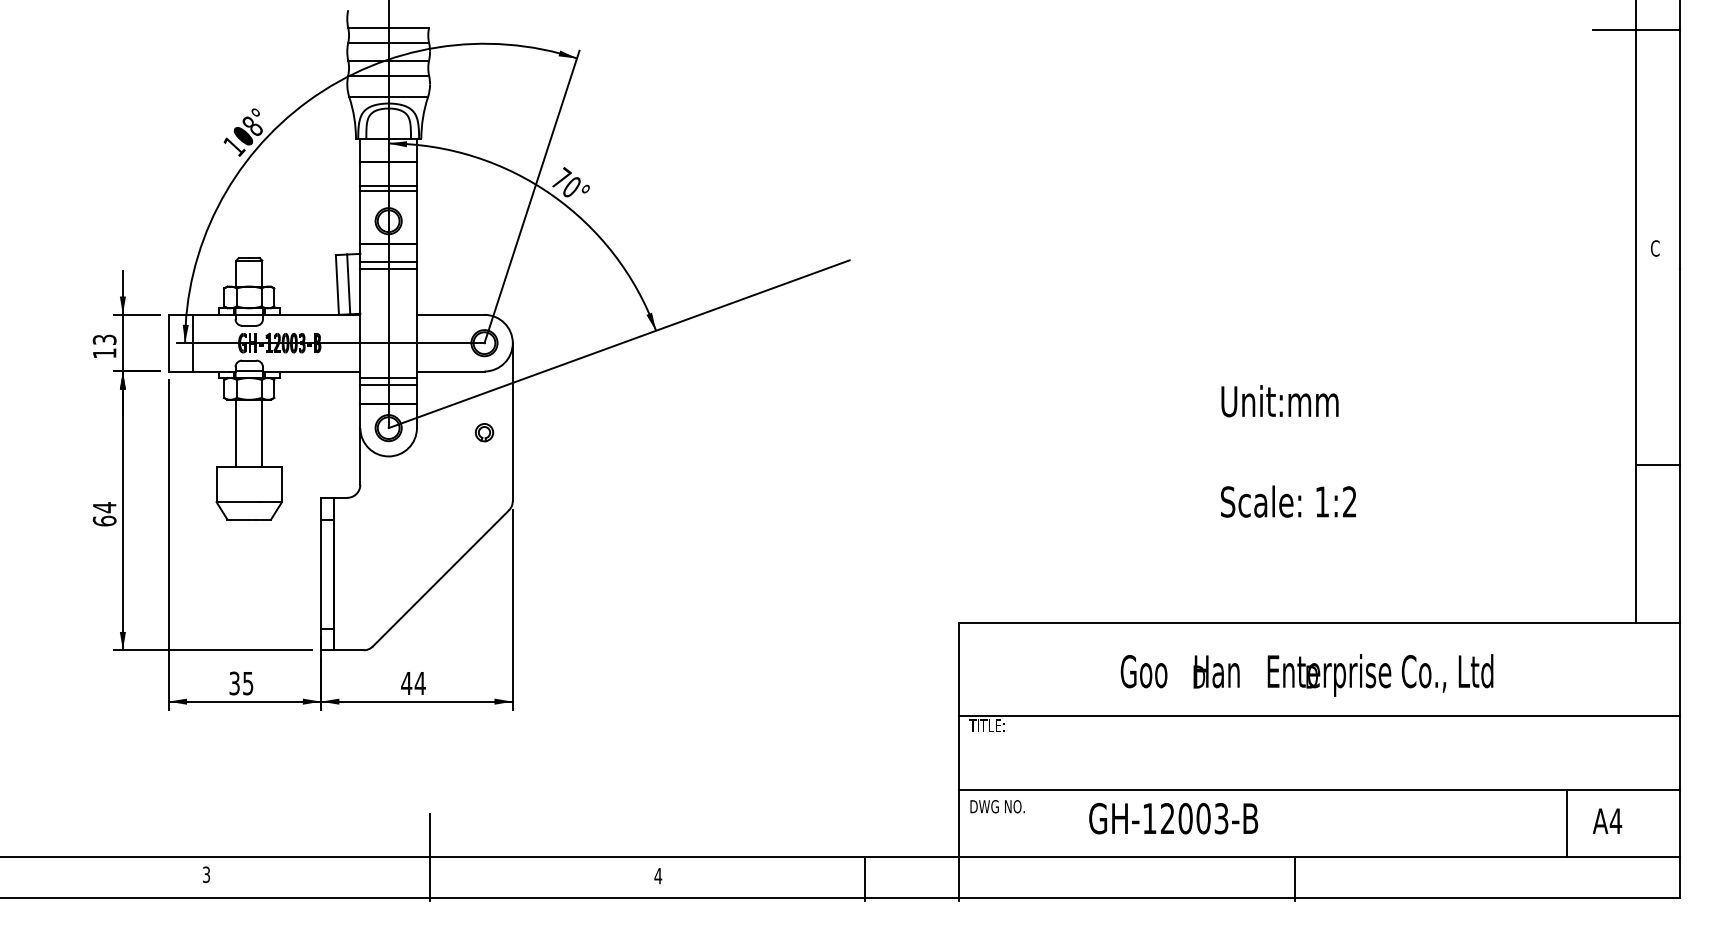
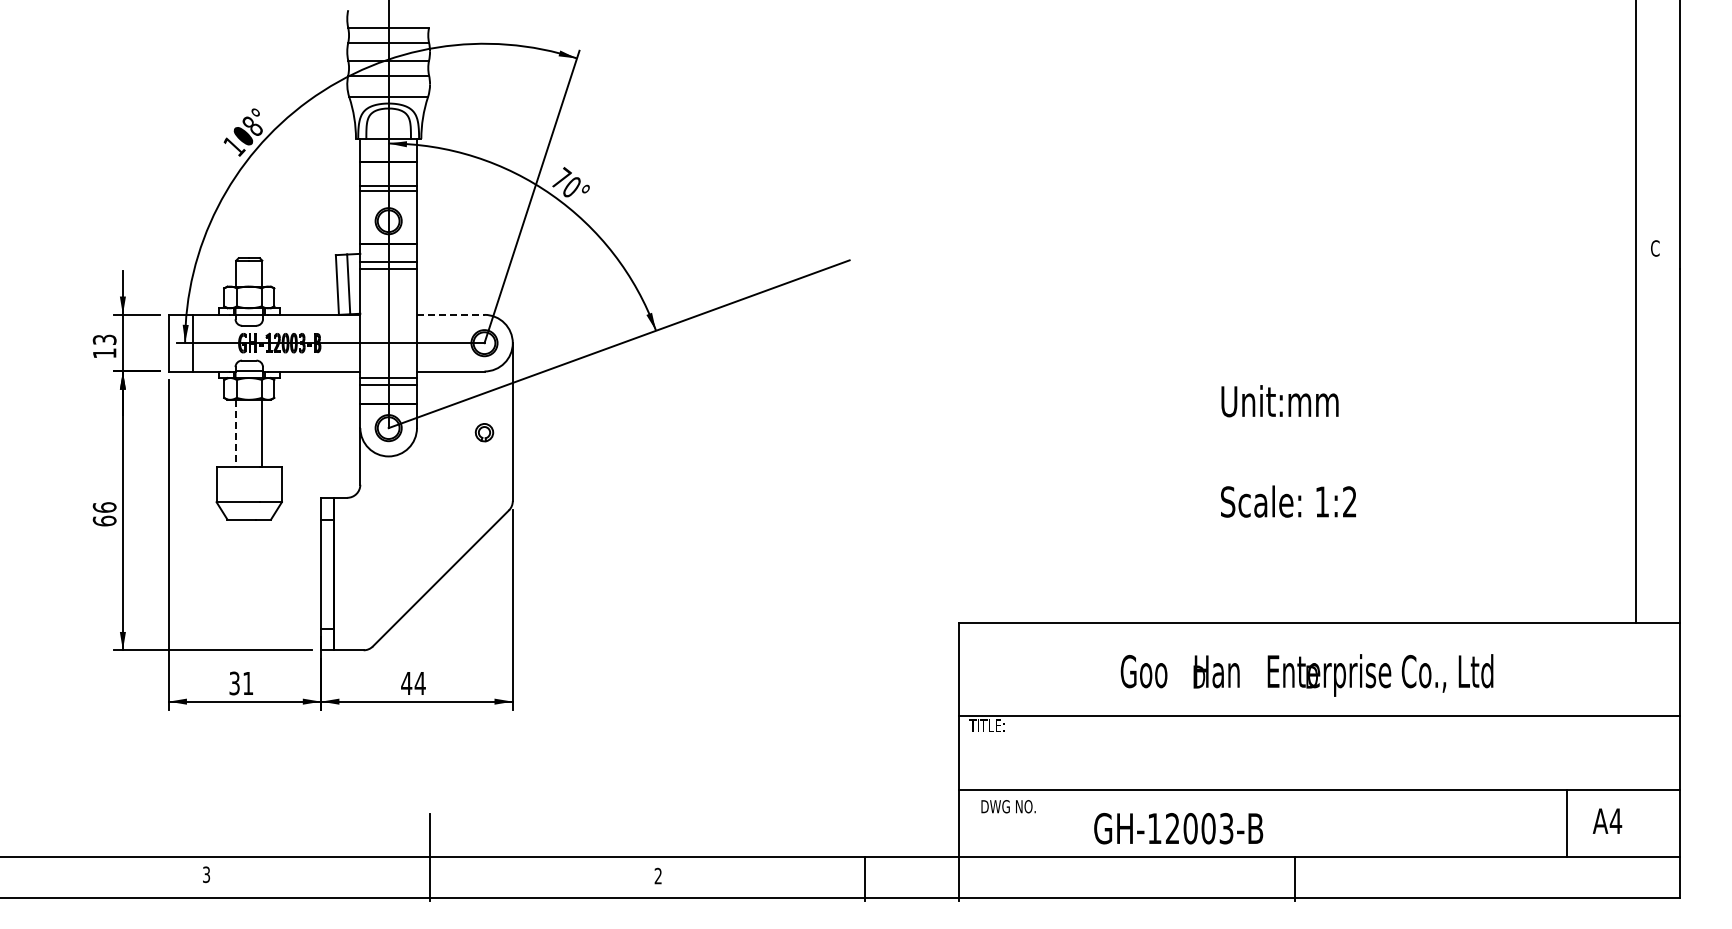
line at (1636, 29): present -> none
line at (450, 314): solid -> dashed
line at (236, 433): solid -> dashed
line at (1658, 465): present -> none
text at (104, 507): 64 -> 66
text at (248, 683): 35 -> 31
text at (997, 806) position: (997, 806) -> (1008, 806)
text at (1173, 818) position: (1173, 818) -> (1178, 828)
text at (658, 875): 4 -> 2
